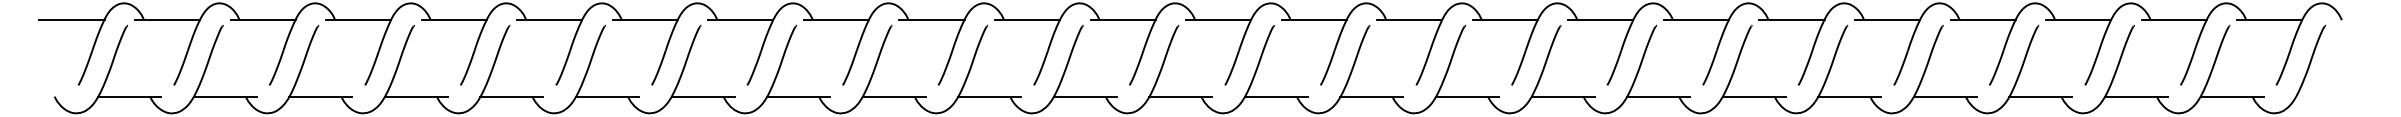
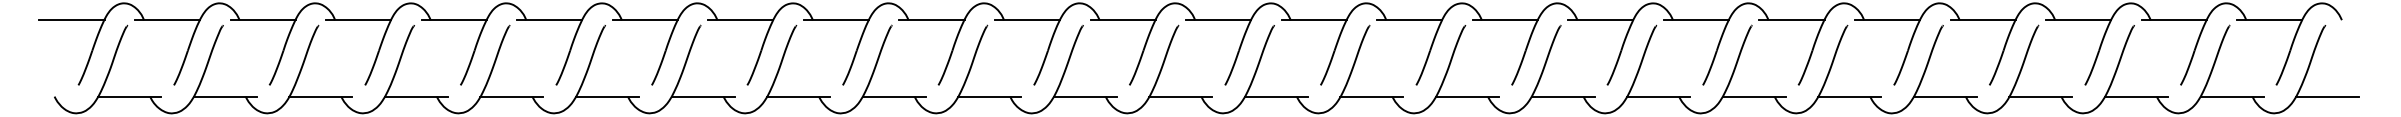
line at (2327, 96): none -> present
